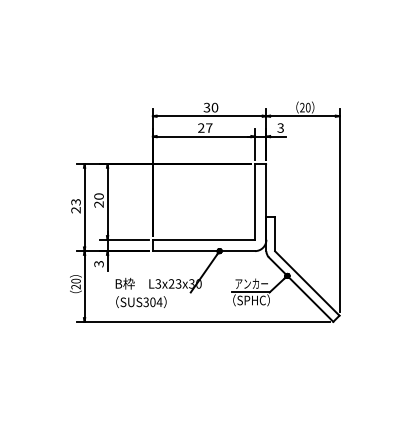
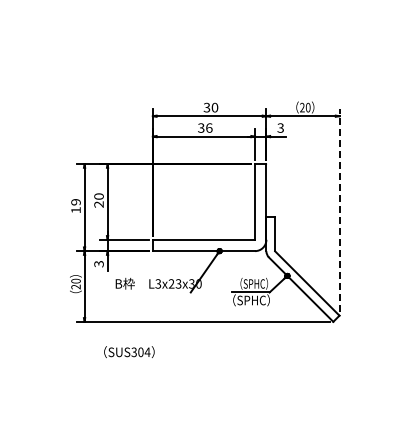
text at (205, 127): 27 -> 36
text at (75, 206): 23 -> 19
line at (339, 210): solid -> dashed
text at (251, 283): アンカー -> （SPHC）
text at (141, 301) position: (141, 301) -> (129, 351)
